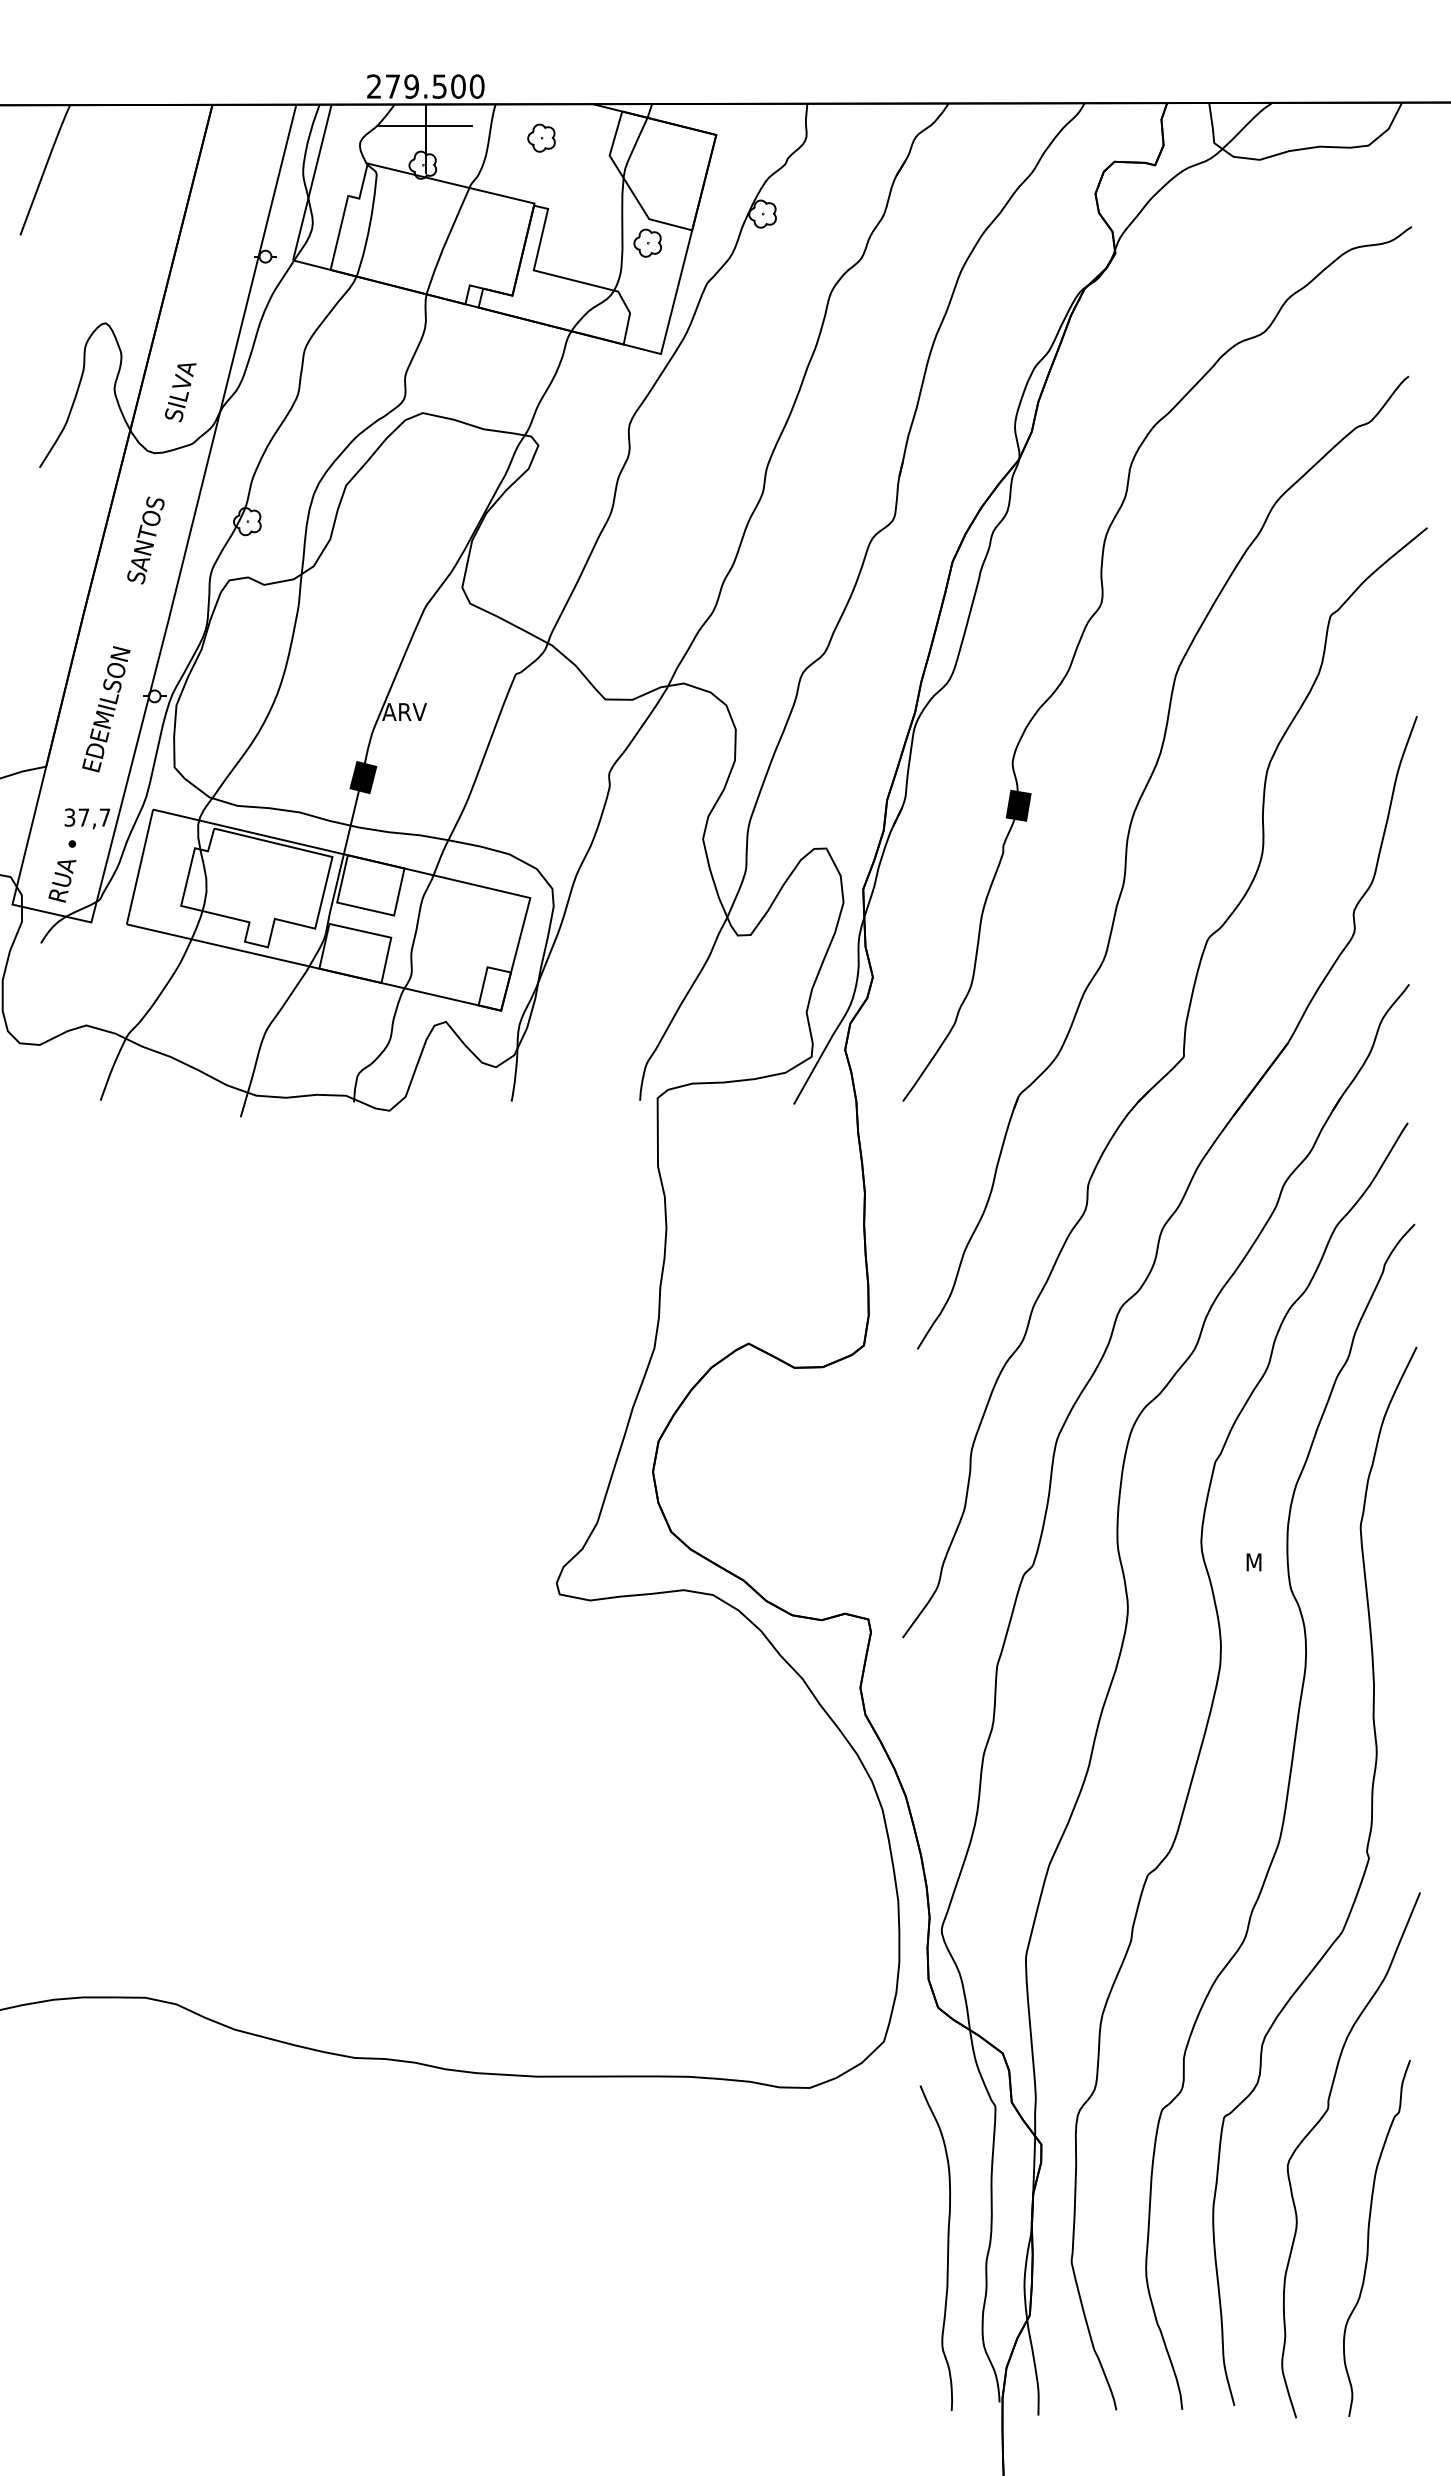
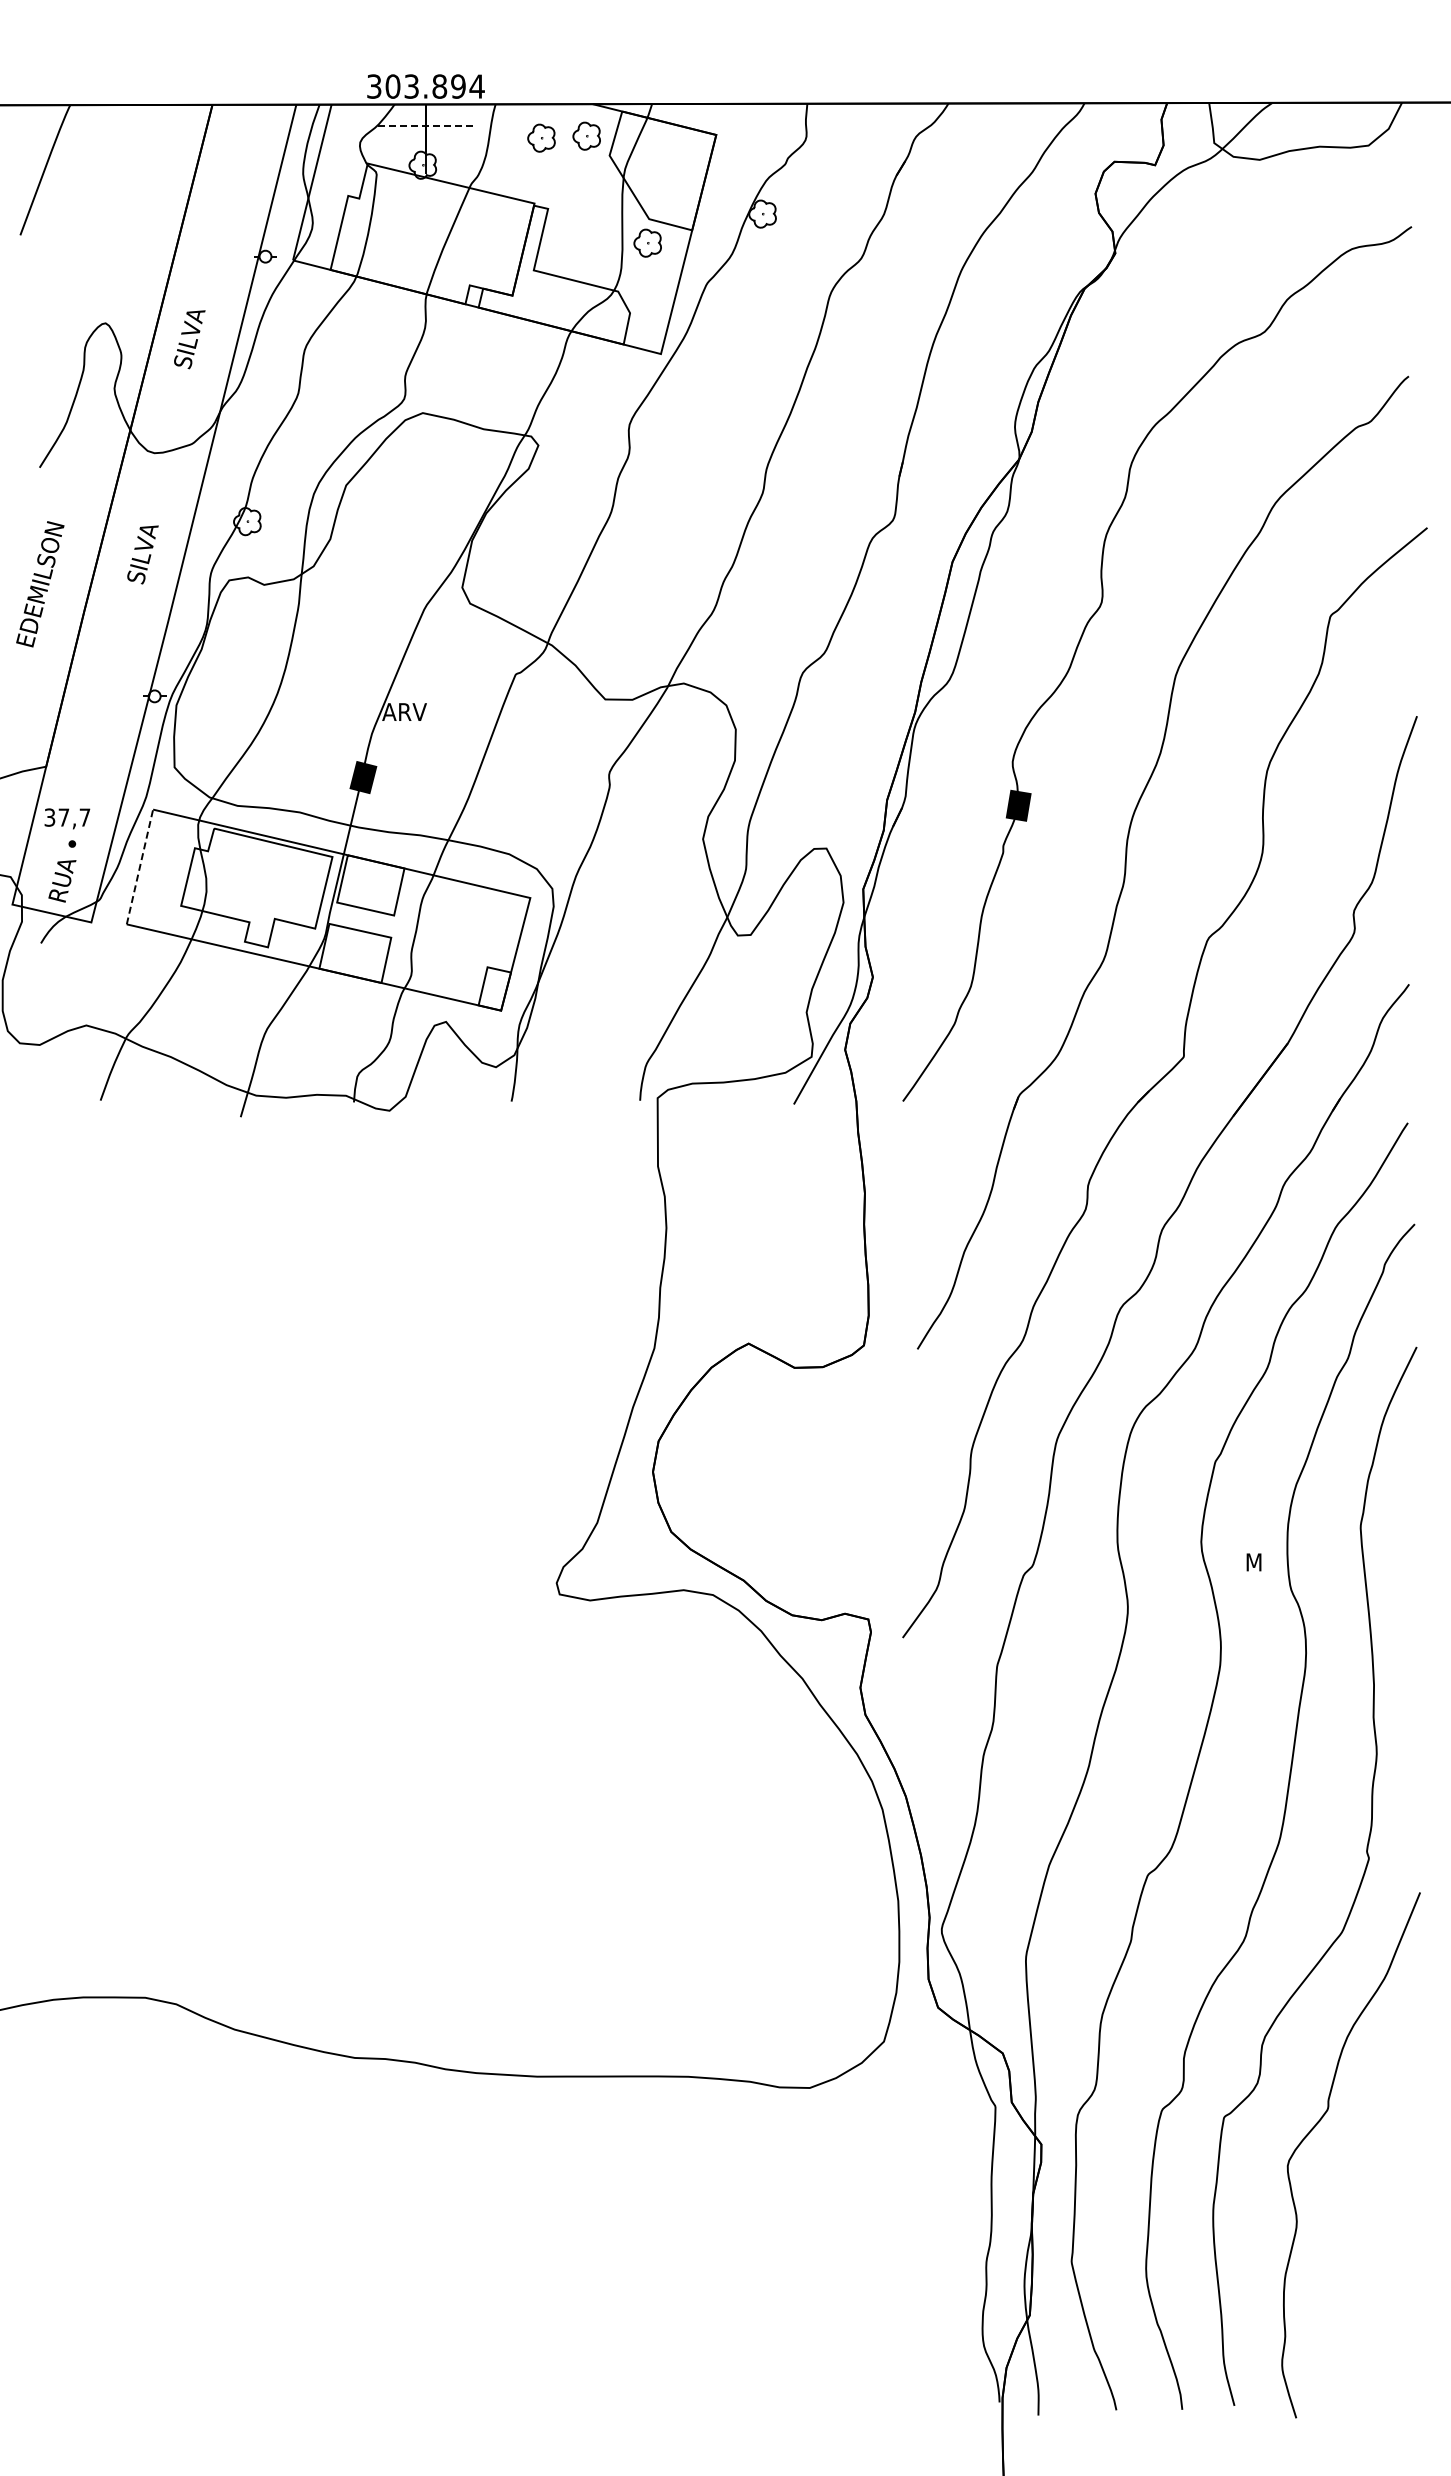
text at (425, 86): 279.500 -> 303.894
line at (425, 126): solid -> dashed
part at (586, 135): none -> present
text at (180, 392) position: (180, 392) -> (189, 339)
text at (147, 534): SANTOS -> SILVA
text at (106, 709) position: (106, 709) -> (40, 584)
text at (87, 818) position: (87, 818) -> (67, 818)
line at (139, 867): solid -> dashed
curve at (1369, 2238): present -> none
curve at (947, 2247): present -> none
